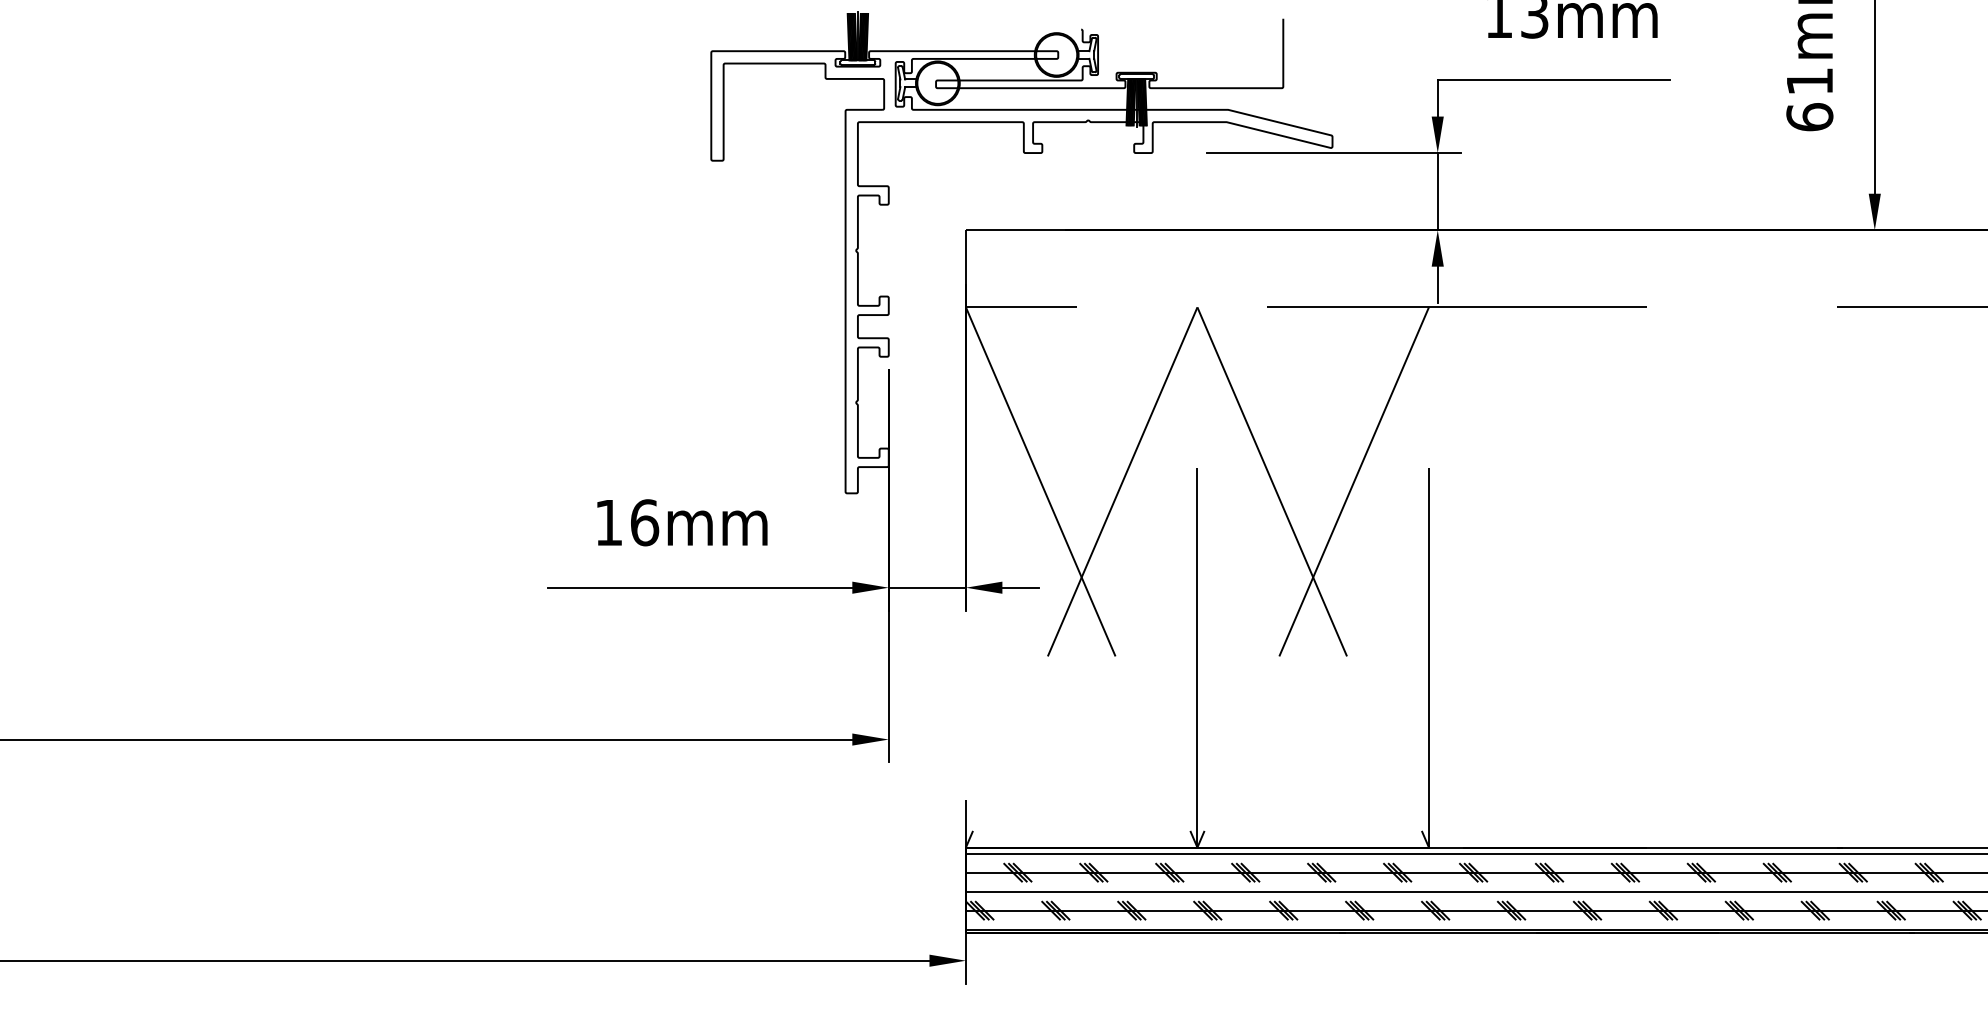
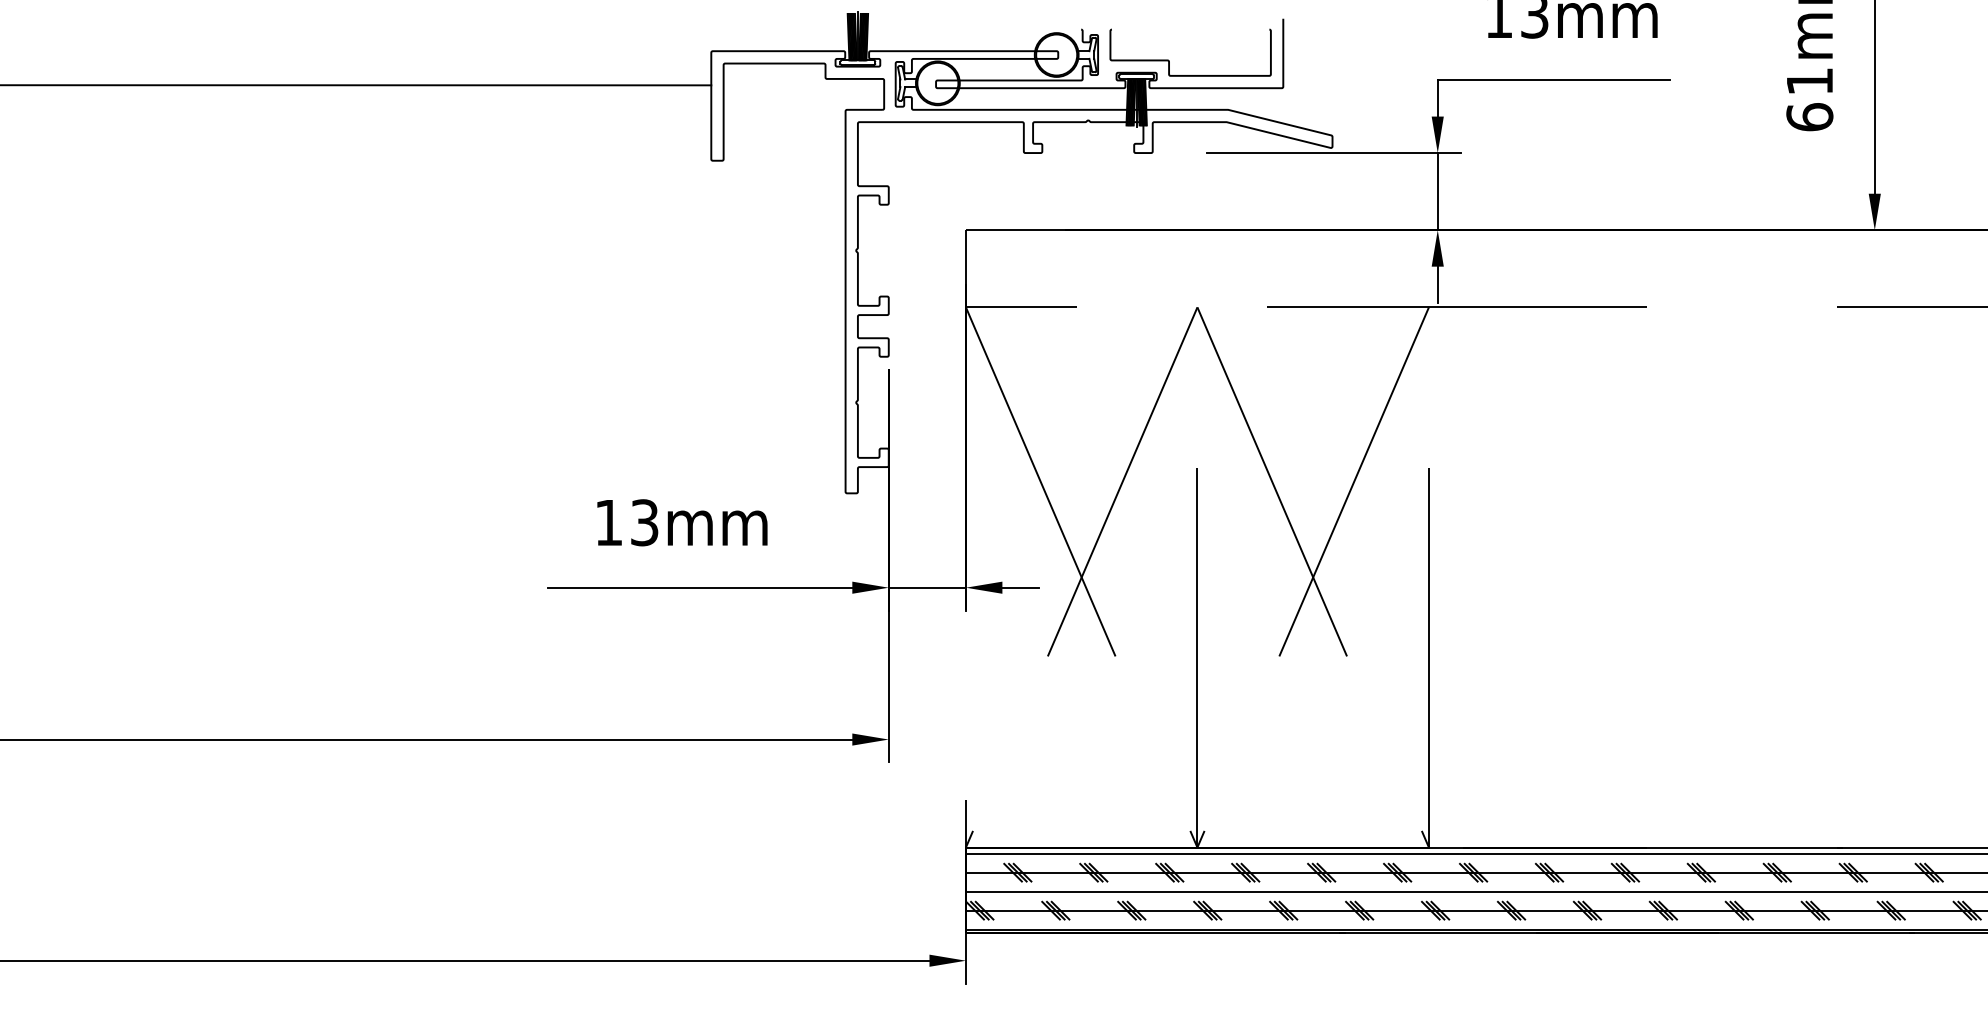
curve at (1169, 60): none -> present
line at (356, 85): none -> present
text at (645, 522): 16mm -> 13mm
